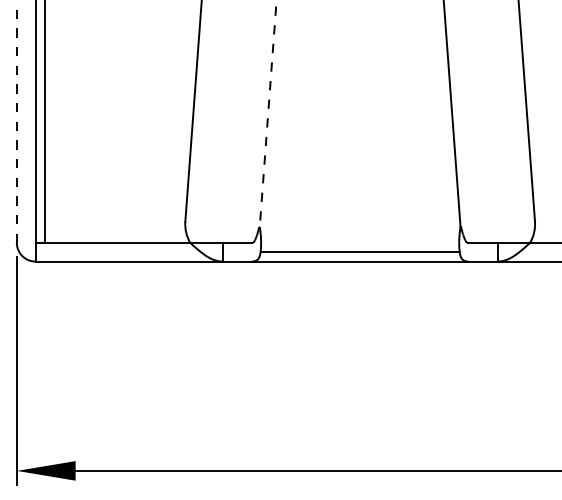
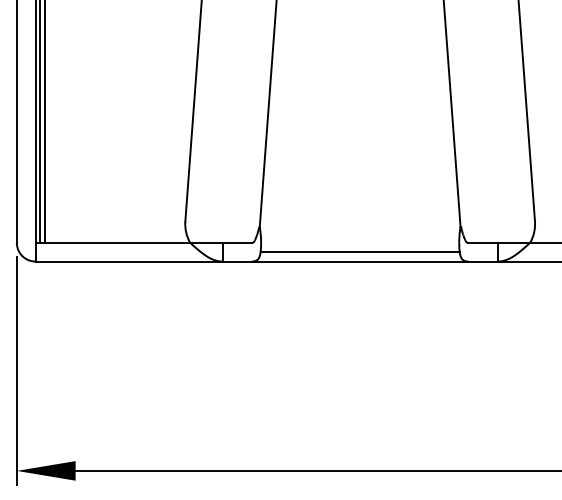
line at (268, 114): dashed -> solid
line at (16, 121): dashed -> solid
line at (40, 122): none -> present
